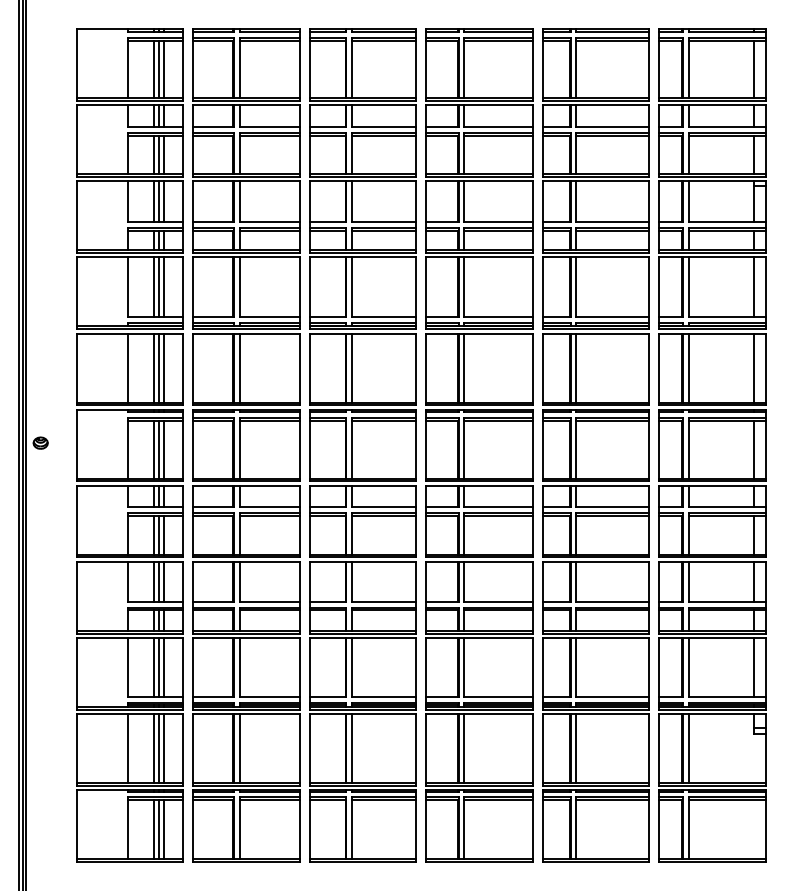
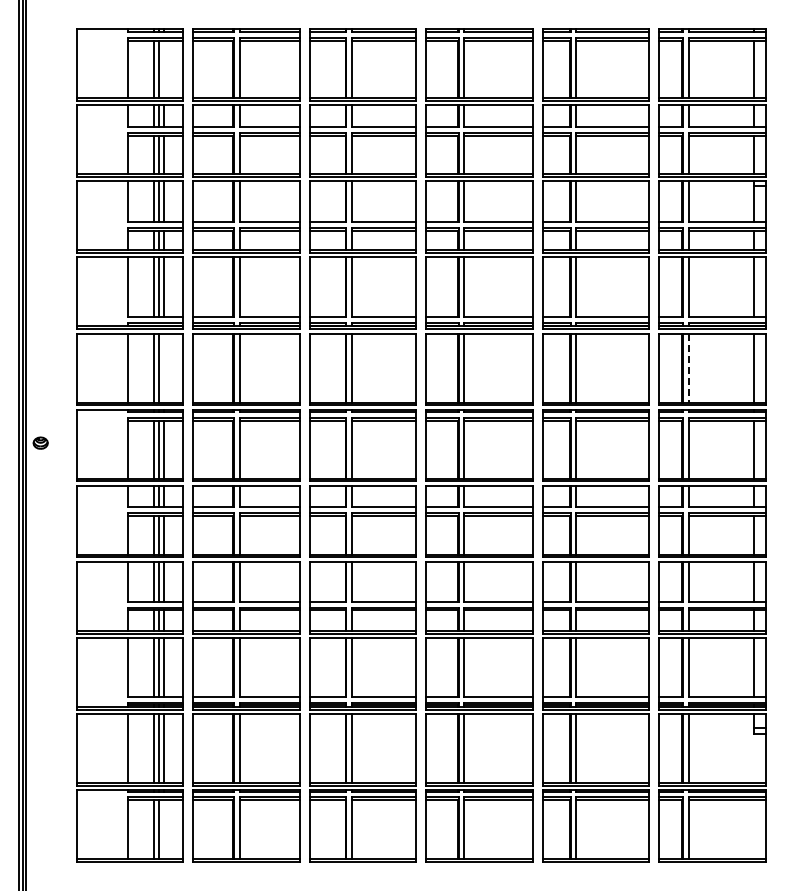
line at (164, 68): present -> none
line at (164, 367): present -> none
line at (688, 368): solid -> dashed
line at (164, 829): present -> none
